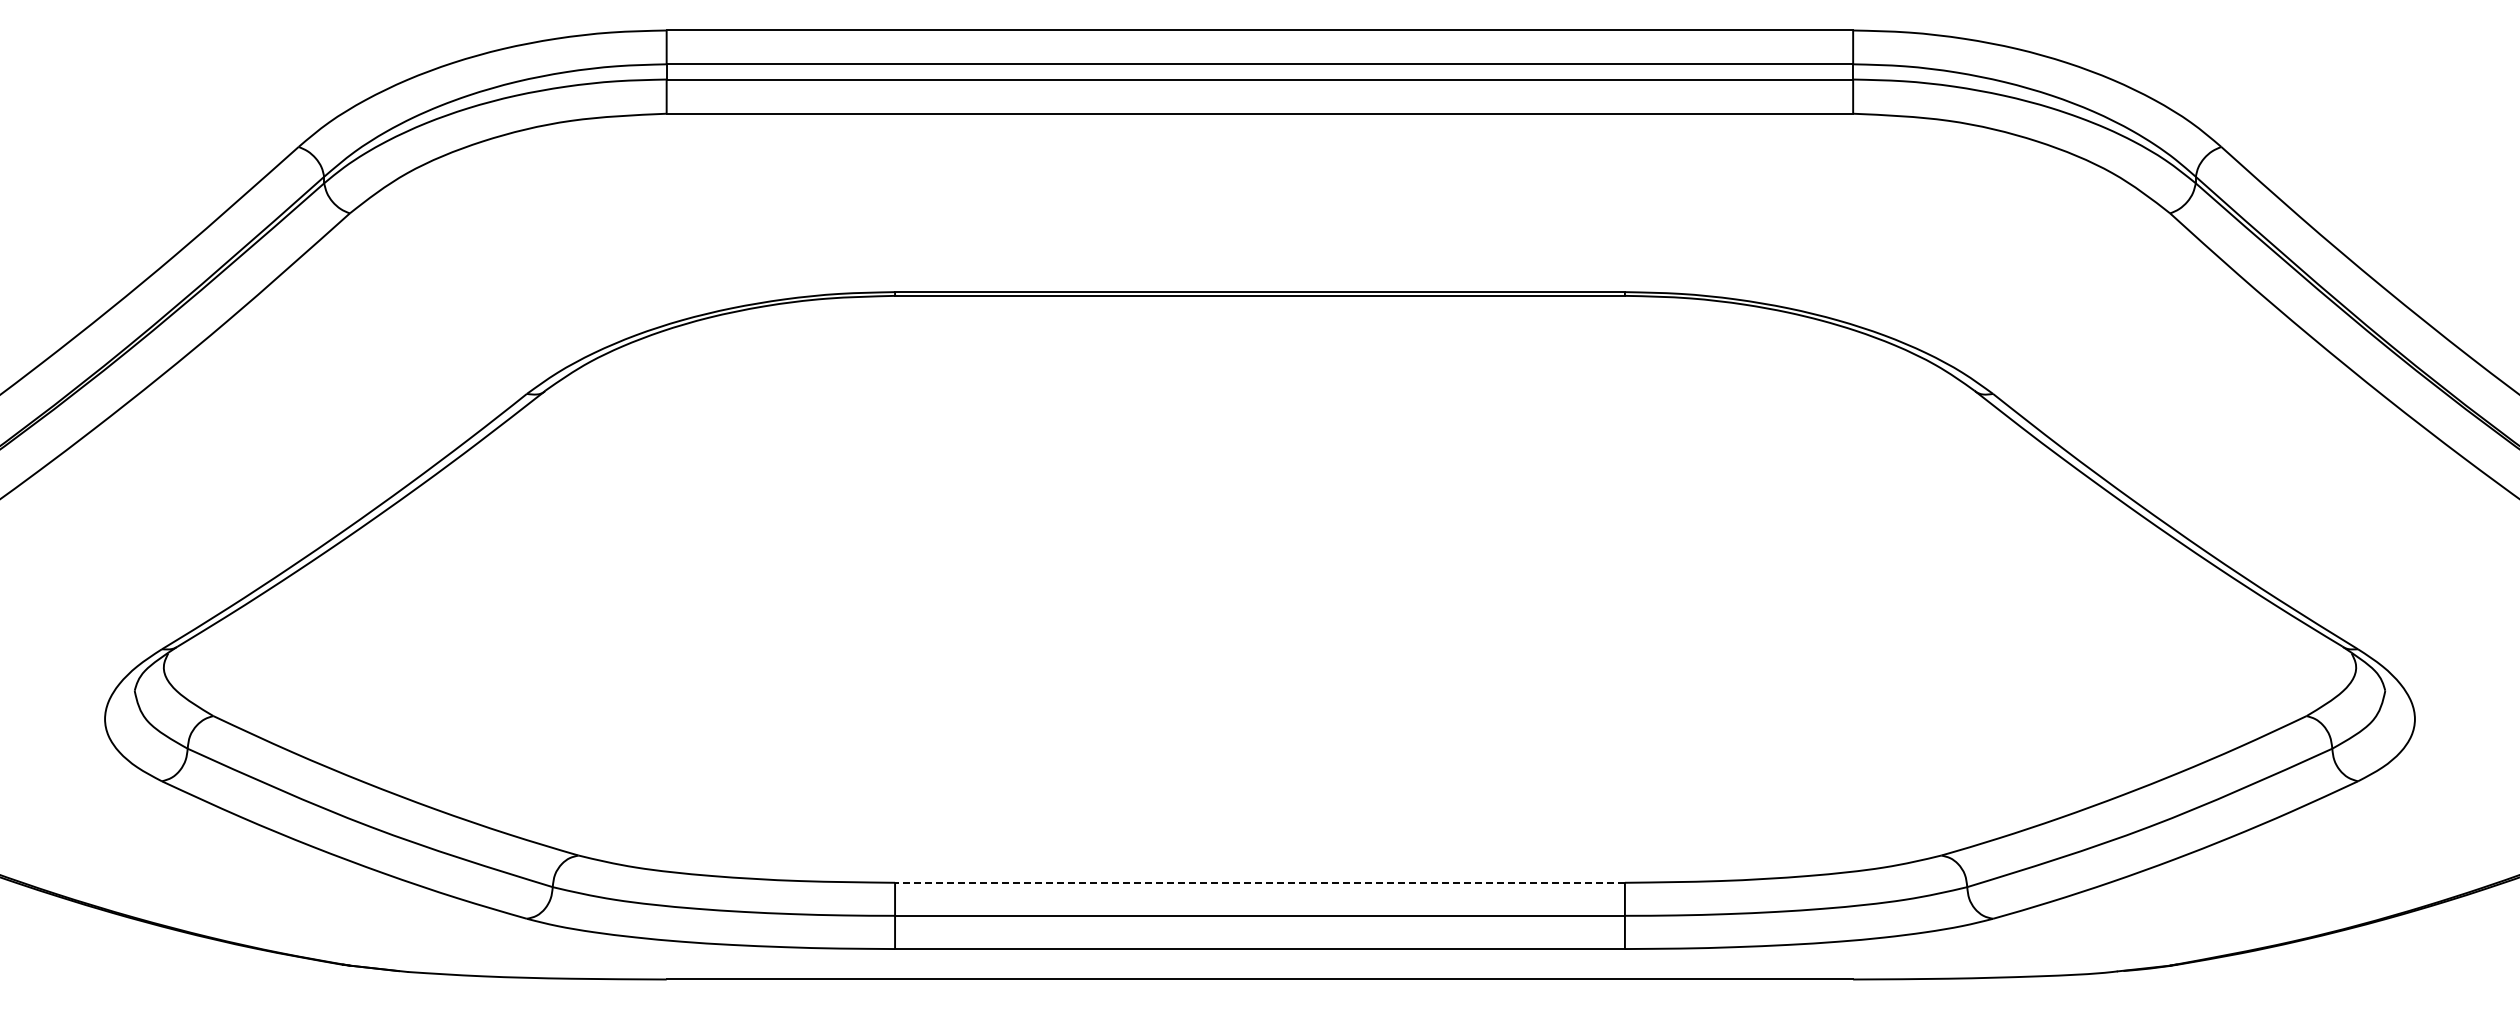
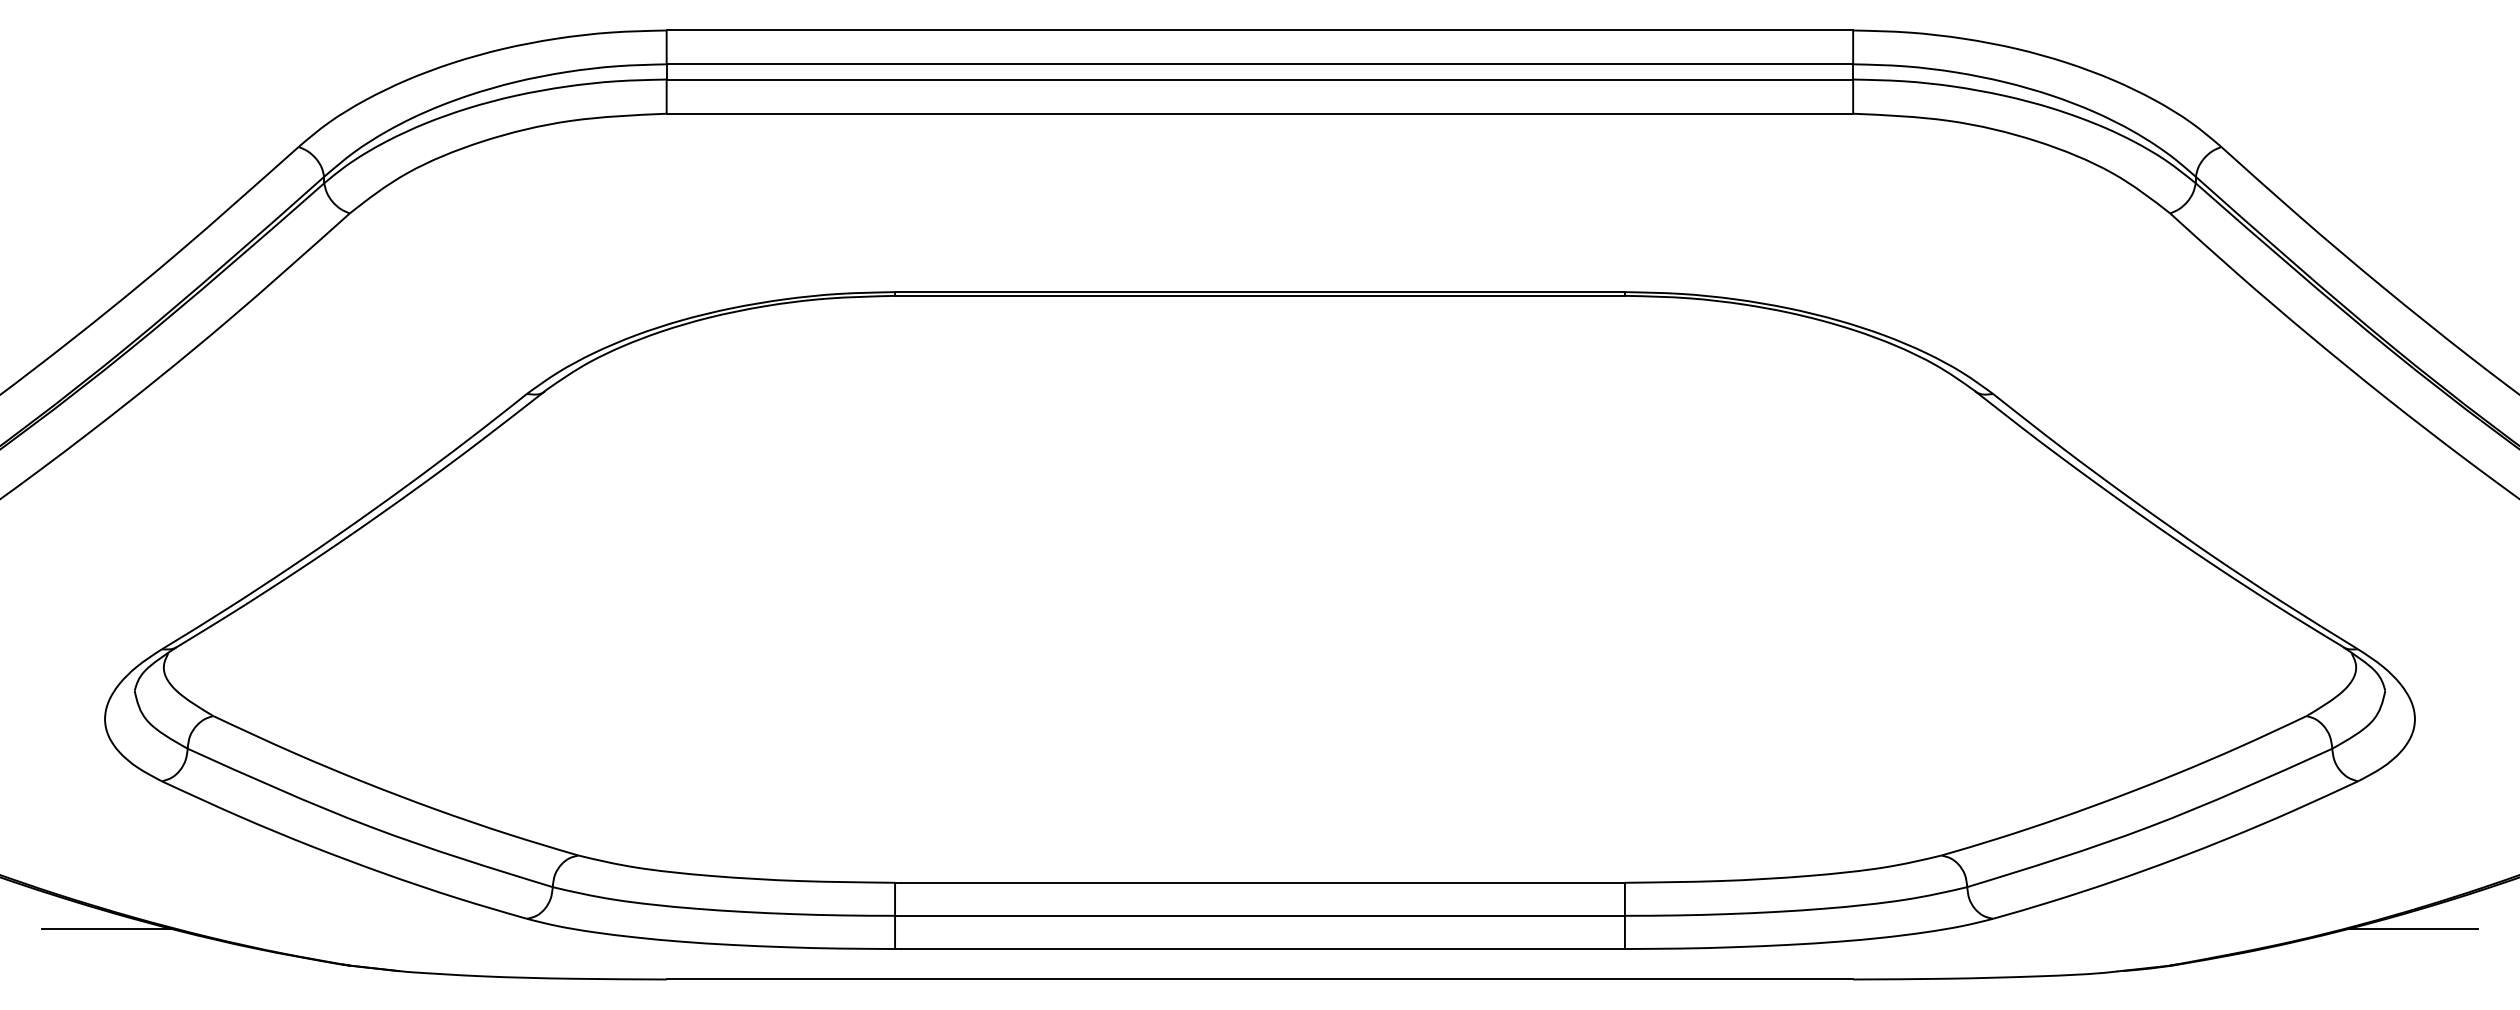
line at (1260, 882): dashed -> solid
line at (106, 928): none -> present
line at (2413, 928): none -> present
